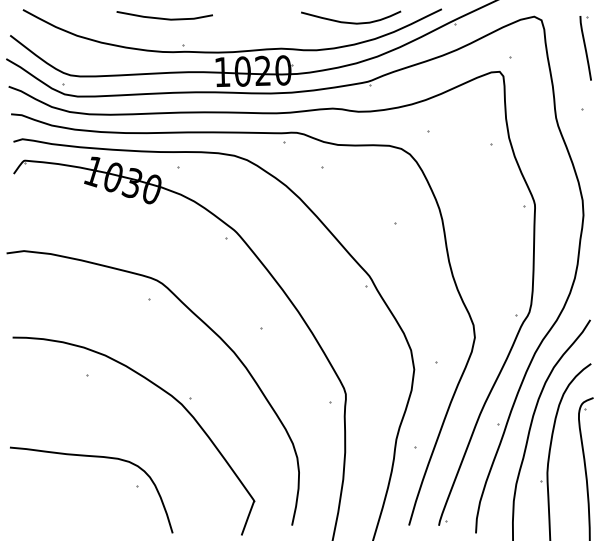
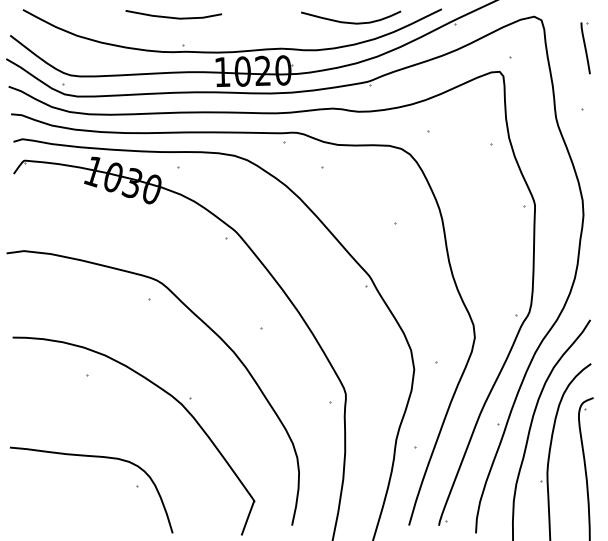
line at (162, 17) position: (162, 17) -> (171, 16)
part at (585, 48) size: 13x65 px -> 11x53 px
